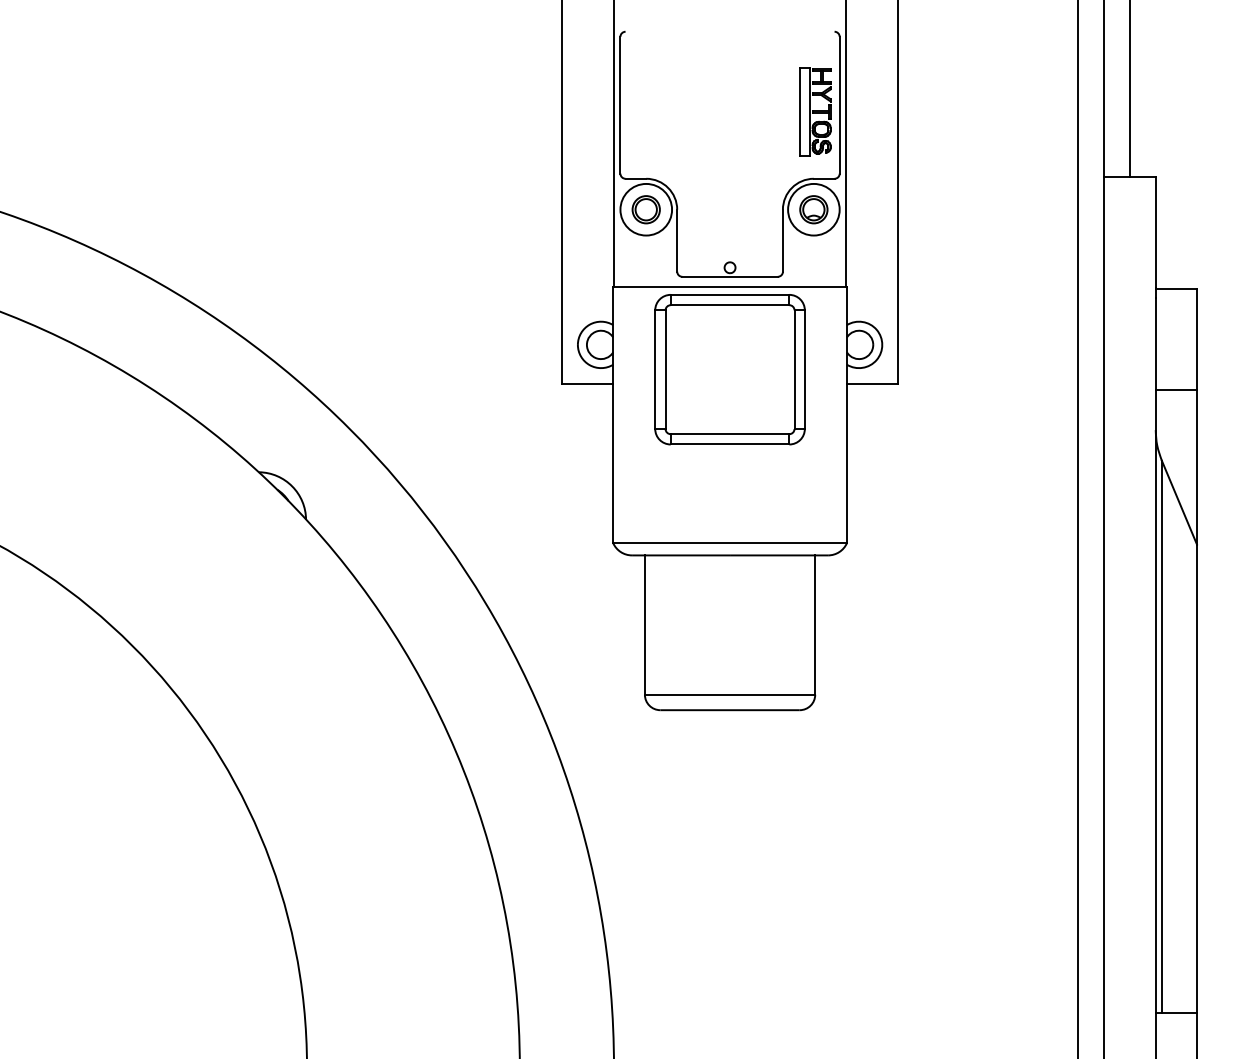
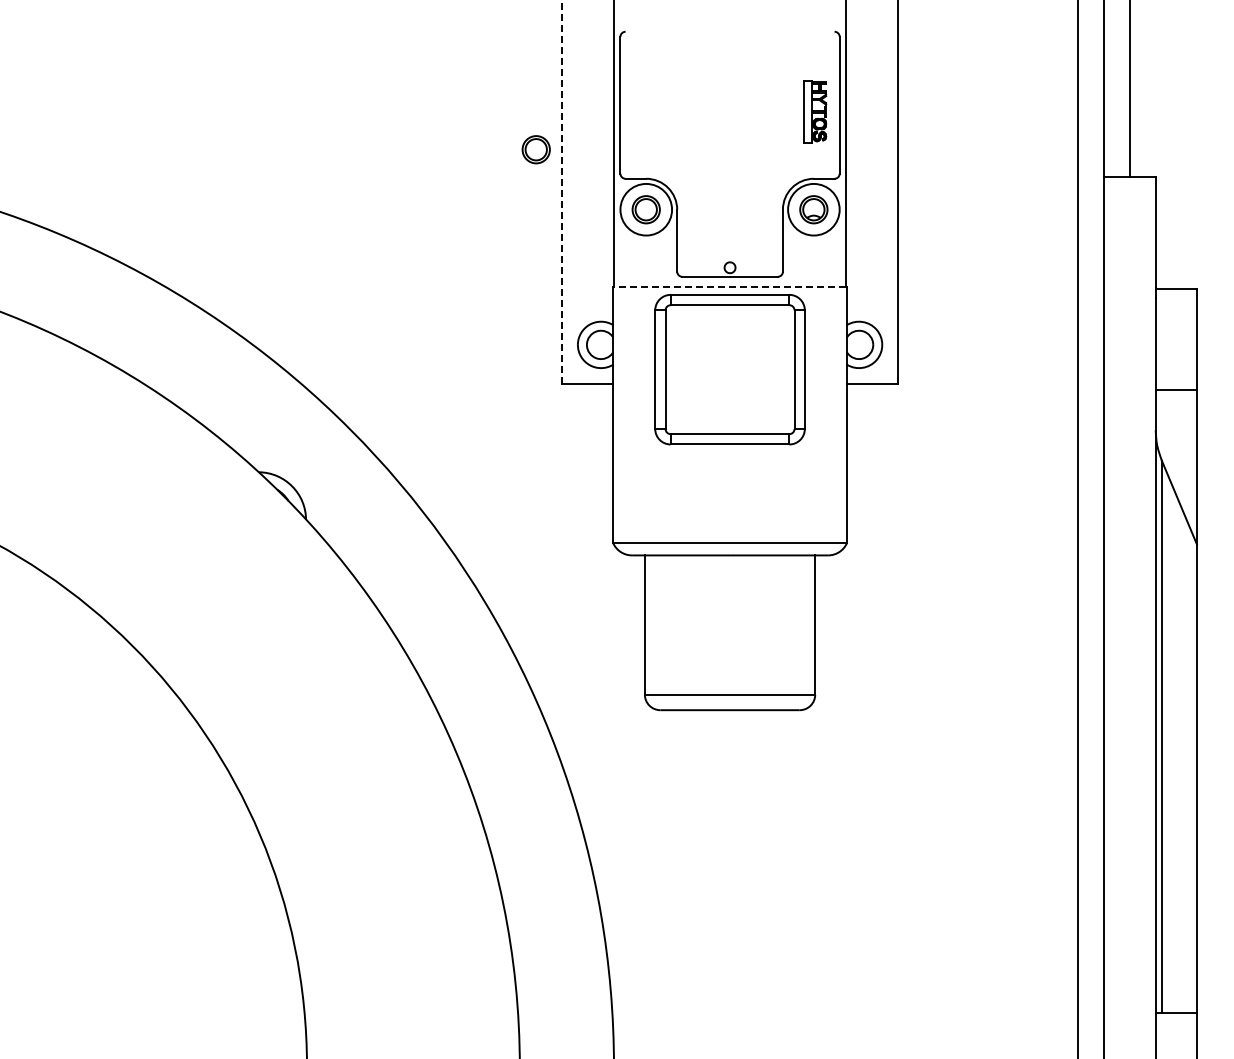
part at (815, 111) size: 33x90 px -> 25x64 px
part at (535, 149): none -> present
line at (562, 191): solid -> dashed
line at (729, 287): solid -> dashed
